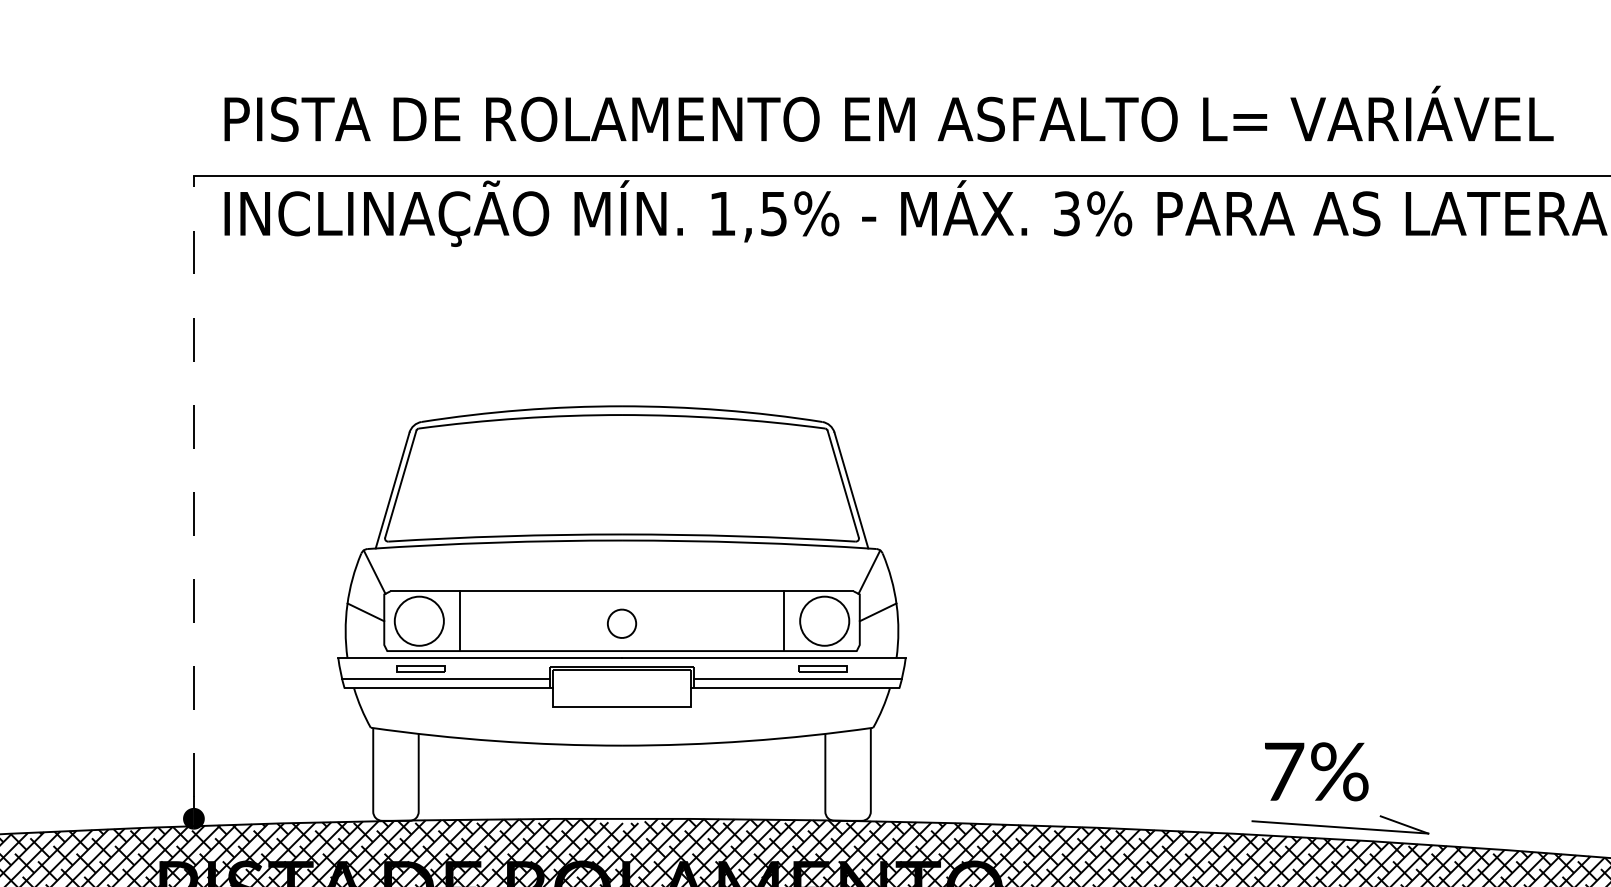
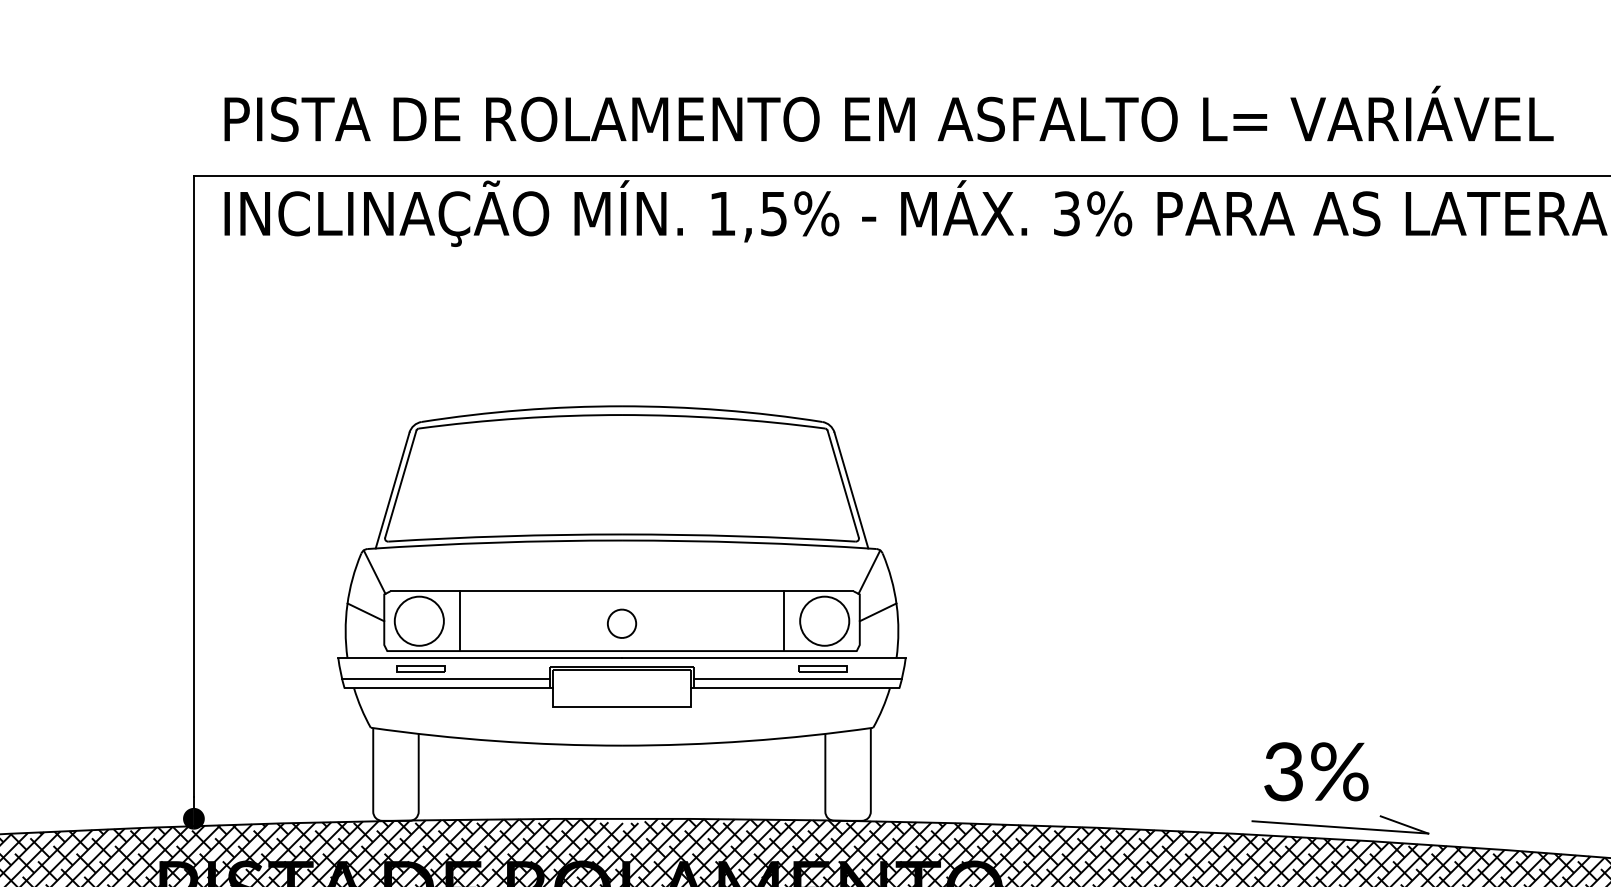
line at (193, 486): dashed -> solid
text at (1284, 771): 7% -> 3%
